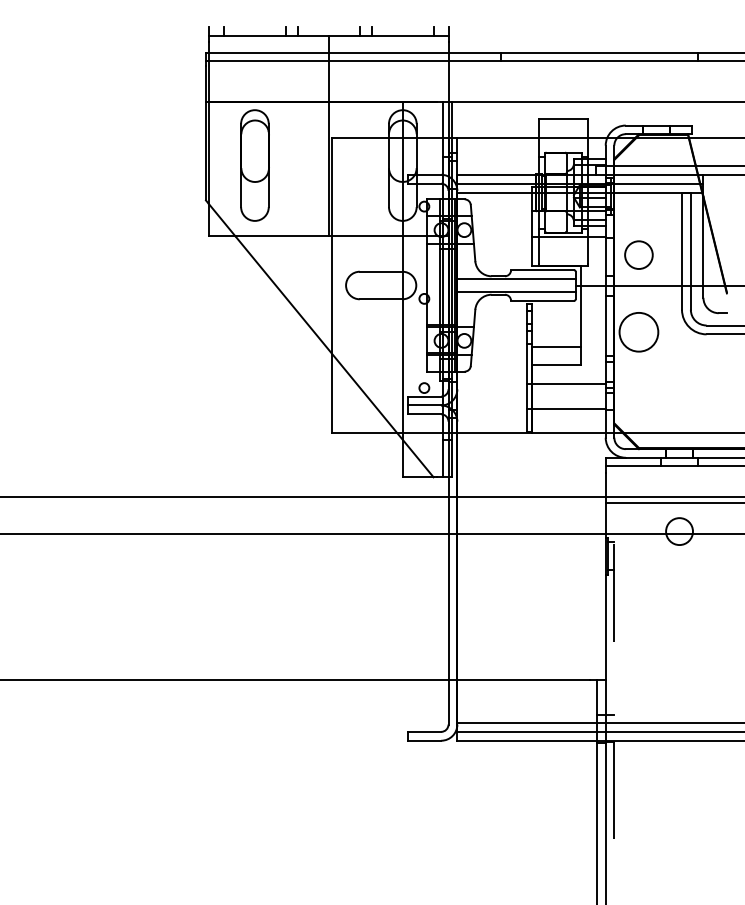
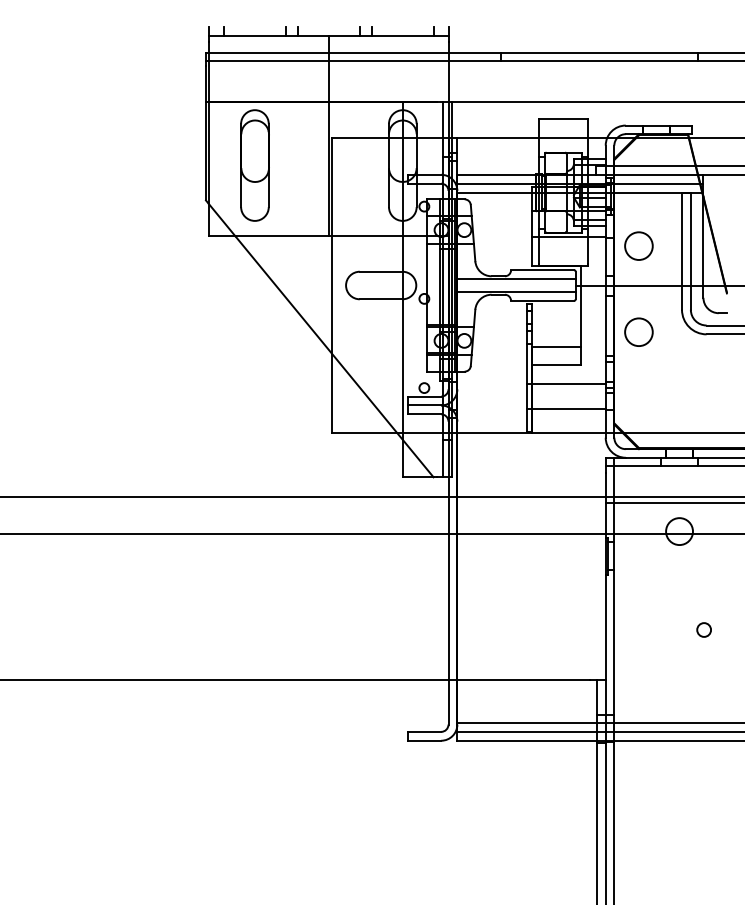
circle at (638, 254) position: (638, 254) -> (638, 245)
circle at (638, 331) diameter: 39 px -> 28 px
circle at (703, 629): none -> present
line at (614, 680): dashed -> solid
